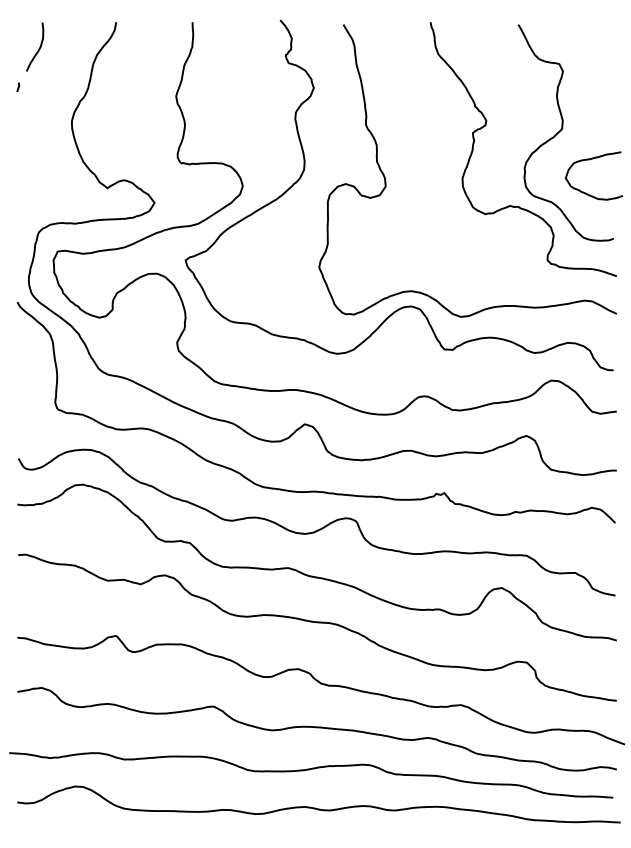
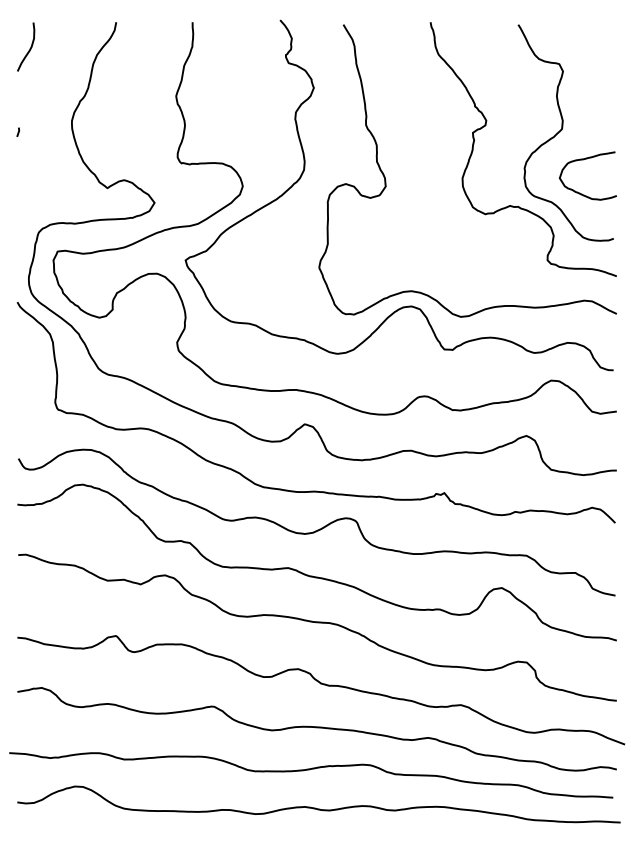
curve at (38, 48) position: (38, 48) -> (29, 48)
line at (18, 86) position: (18, 86) -> (18, 131)
curve at (589, 160) position: (589, 160) -> (583, 160)
